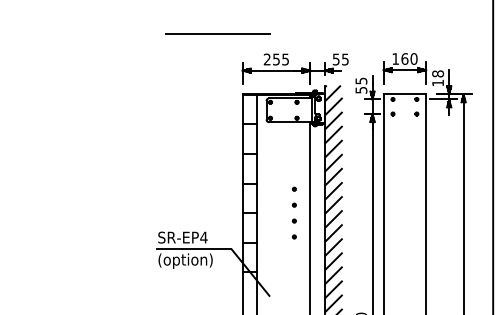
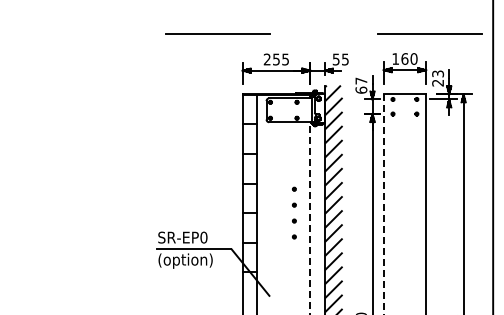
line at (429, 33): none -> present
text at (437, 78): 18 -> 23
text at (361, 85): 55 -> 67
line at (383, 205): solid -> dashed
line at (310, 217): solid -> dashed
text at (203, 237): SR-EP4 -> SR-EP0
